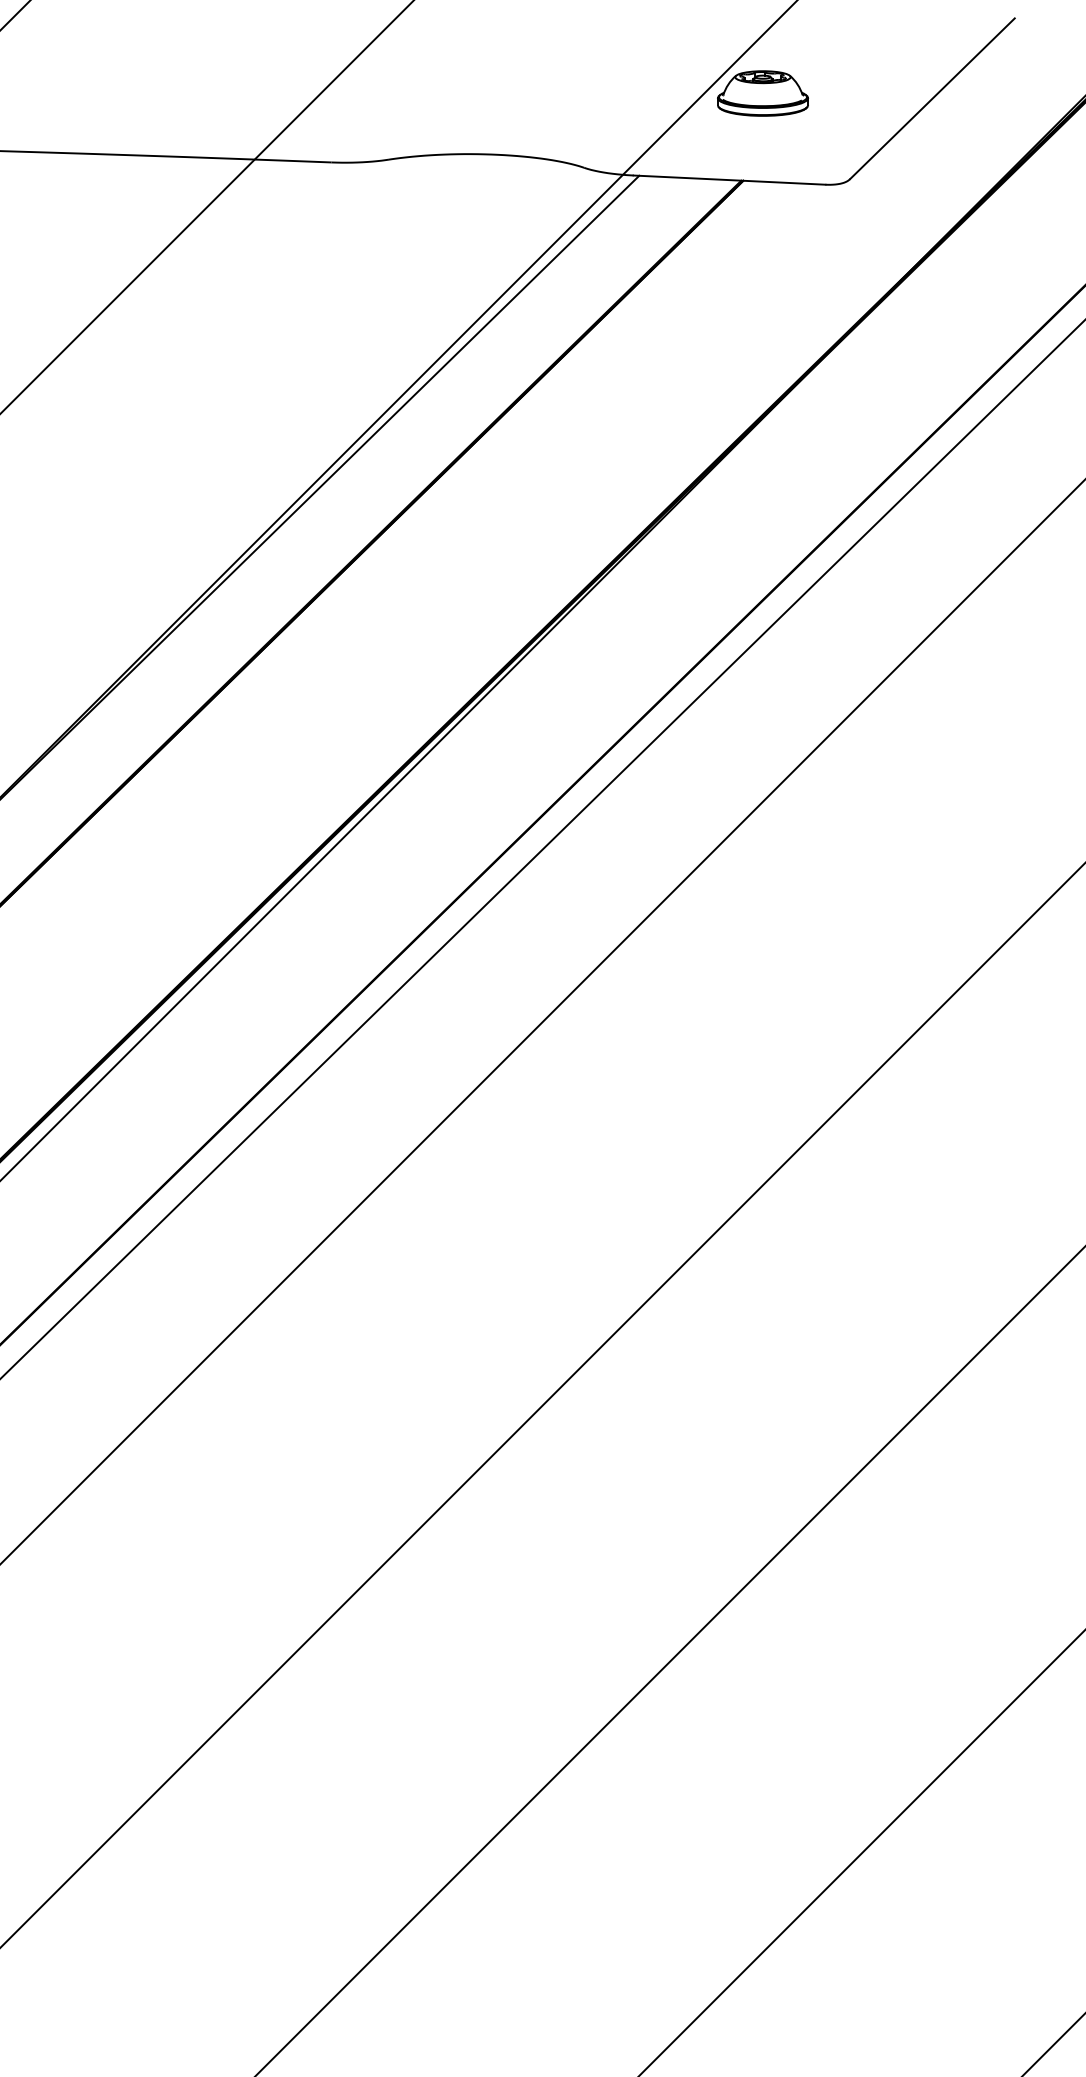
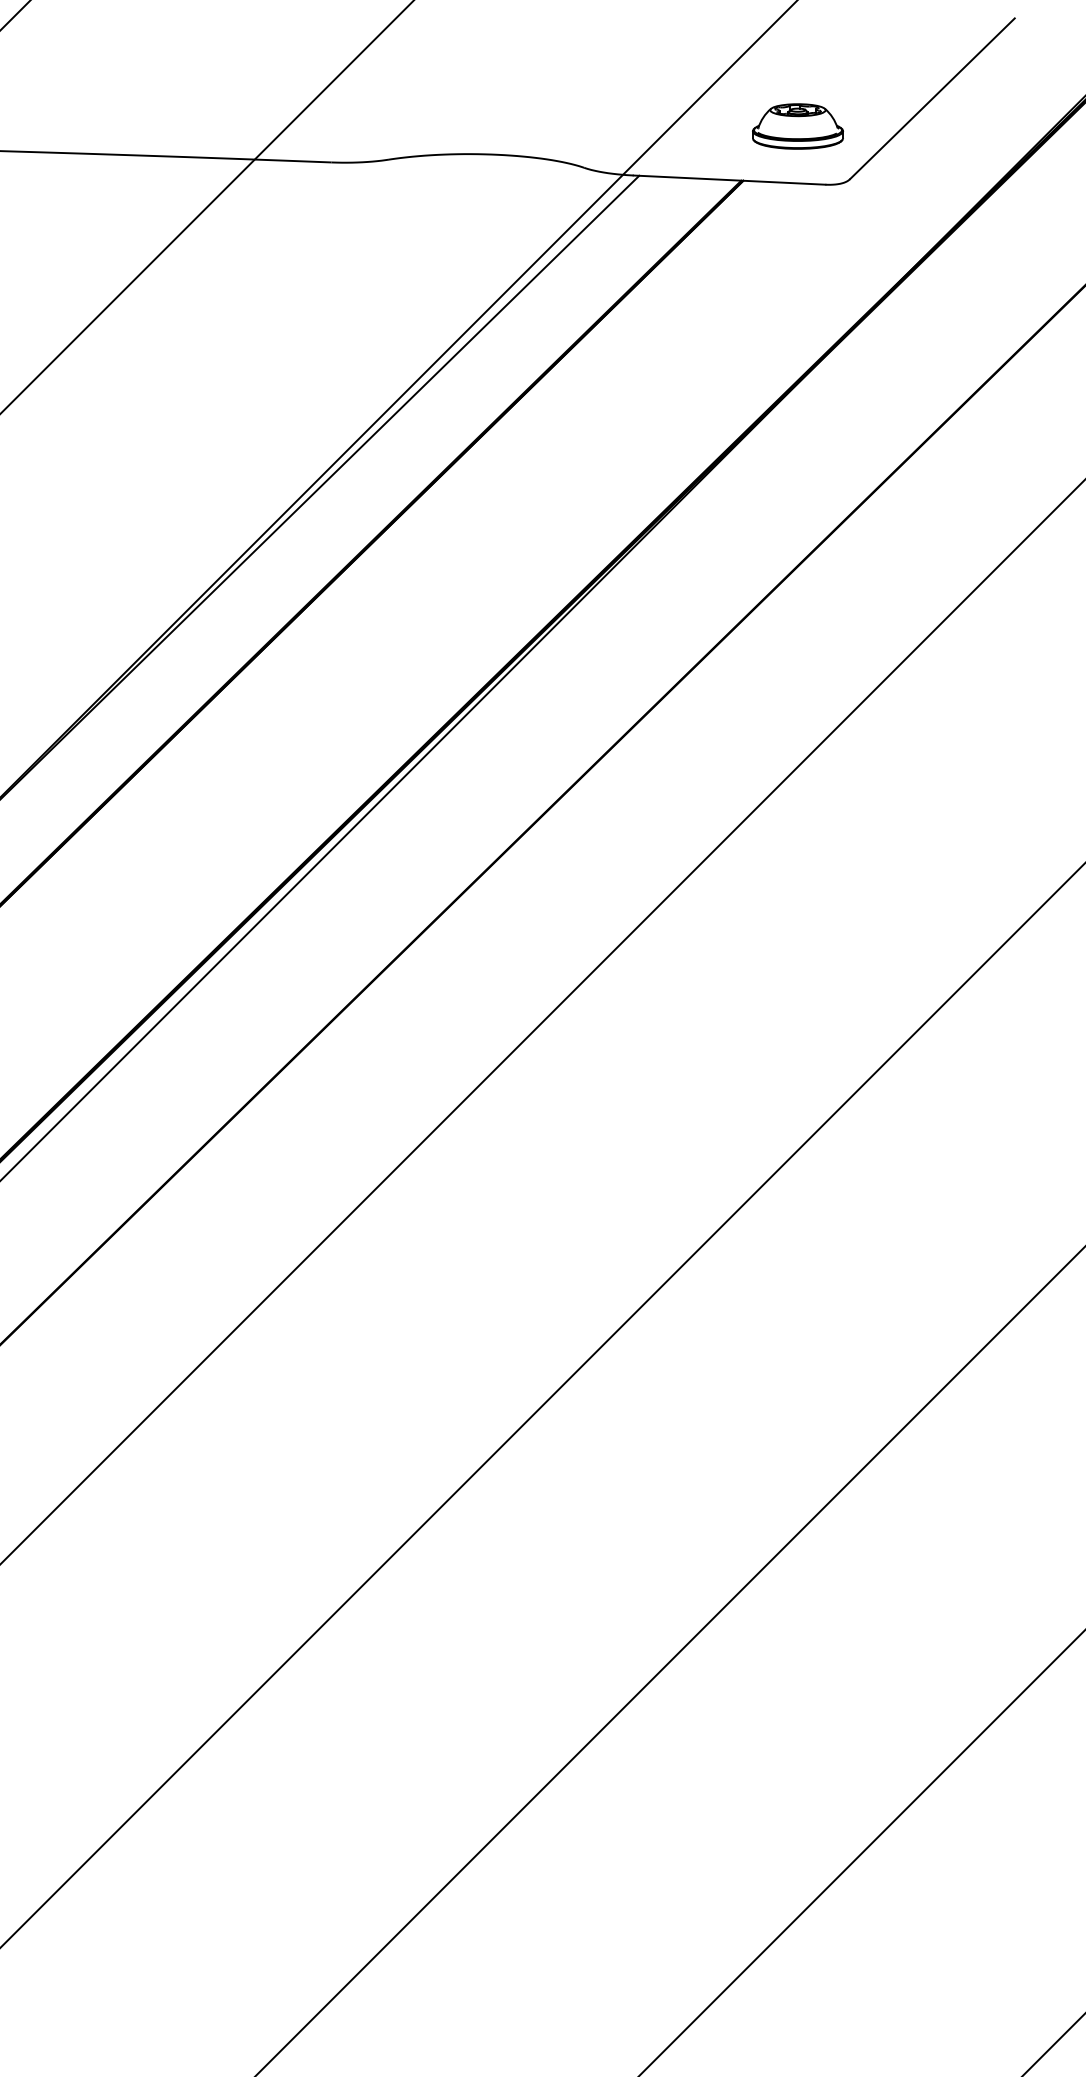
part at (762, 93) position: (762, 93) -> (797, 126)
line at (542, 849): present -> none
